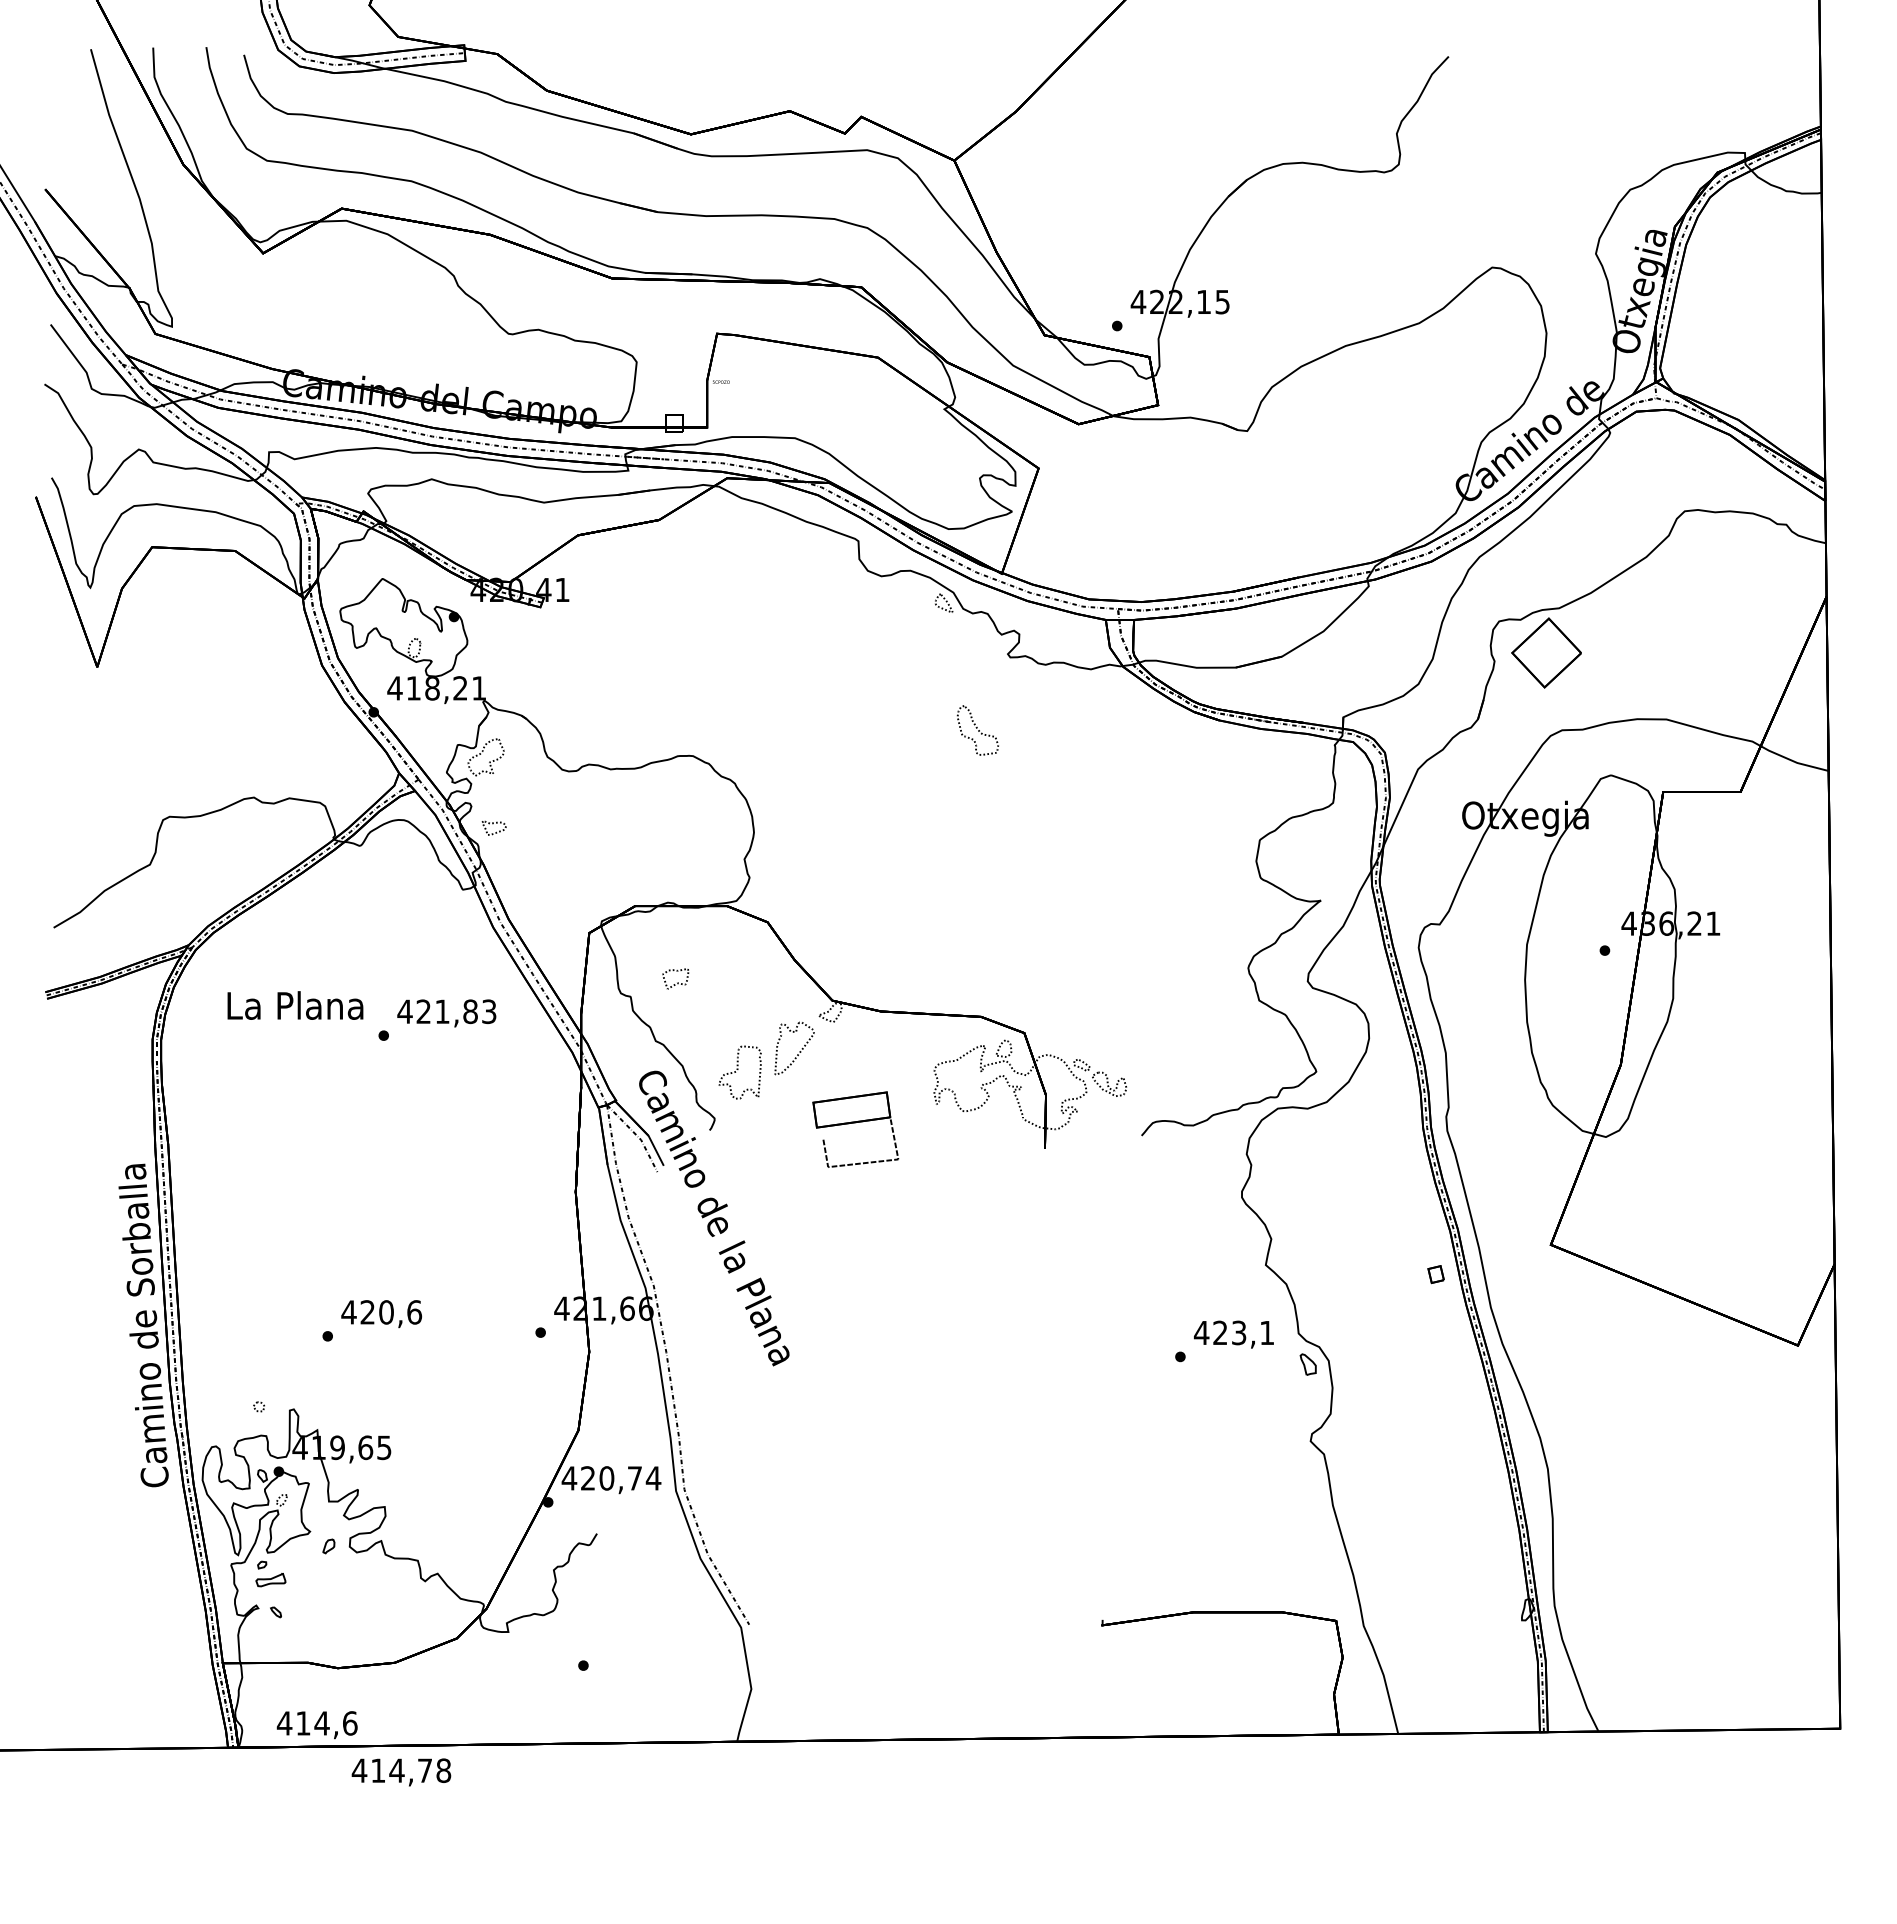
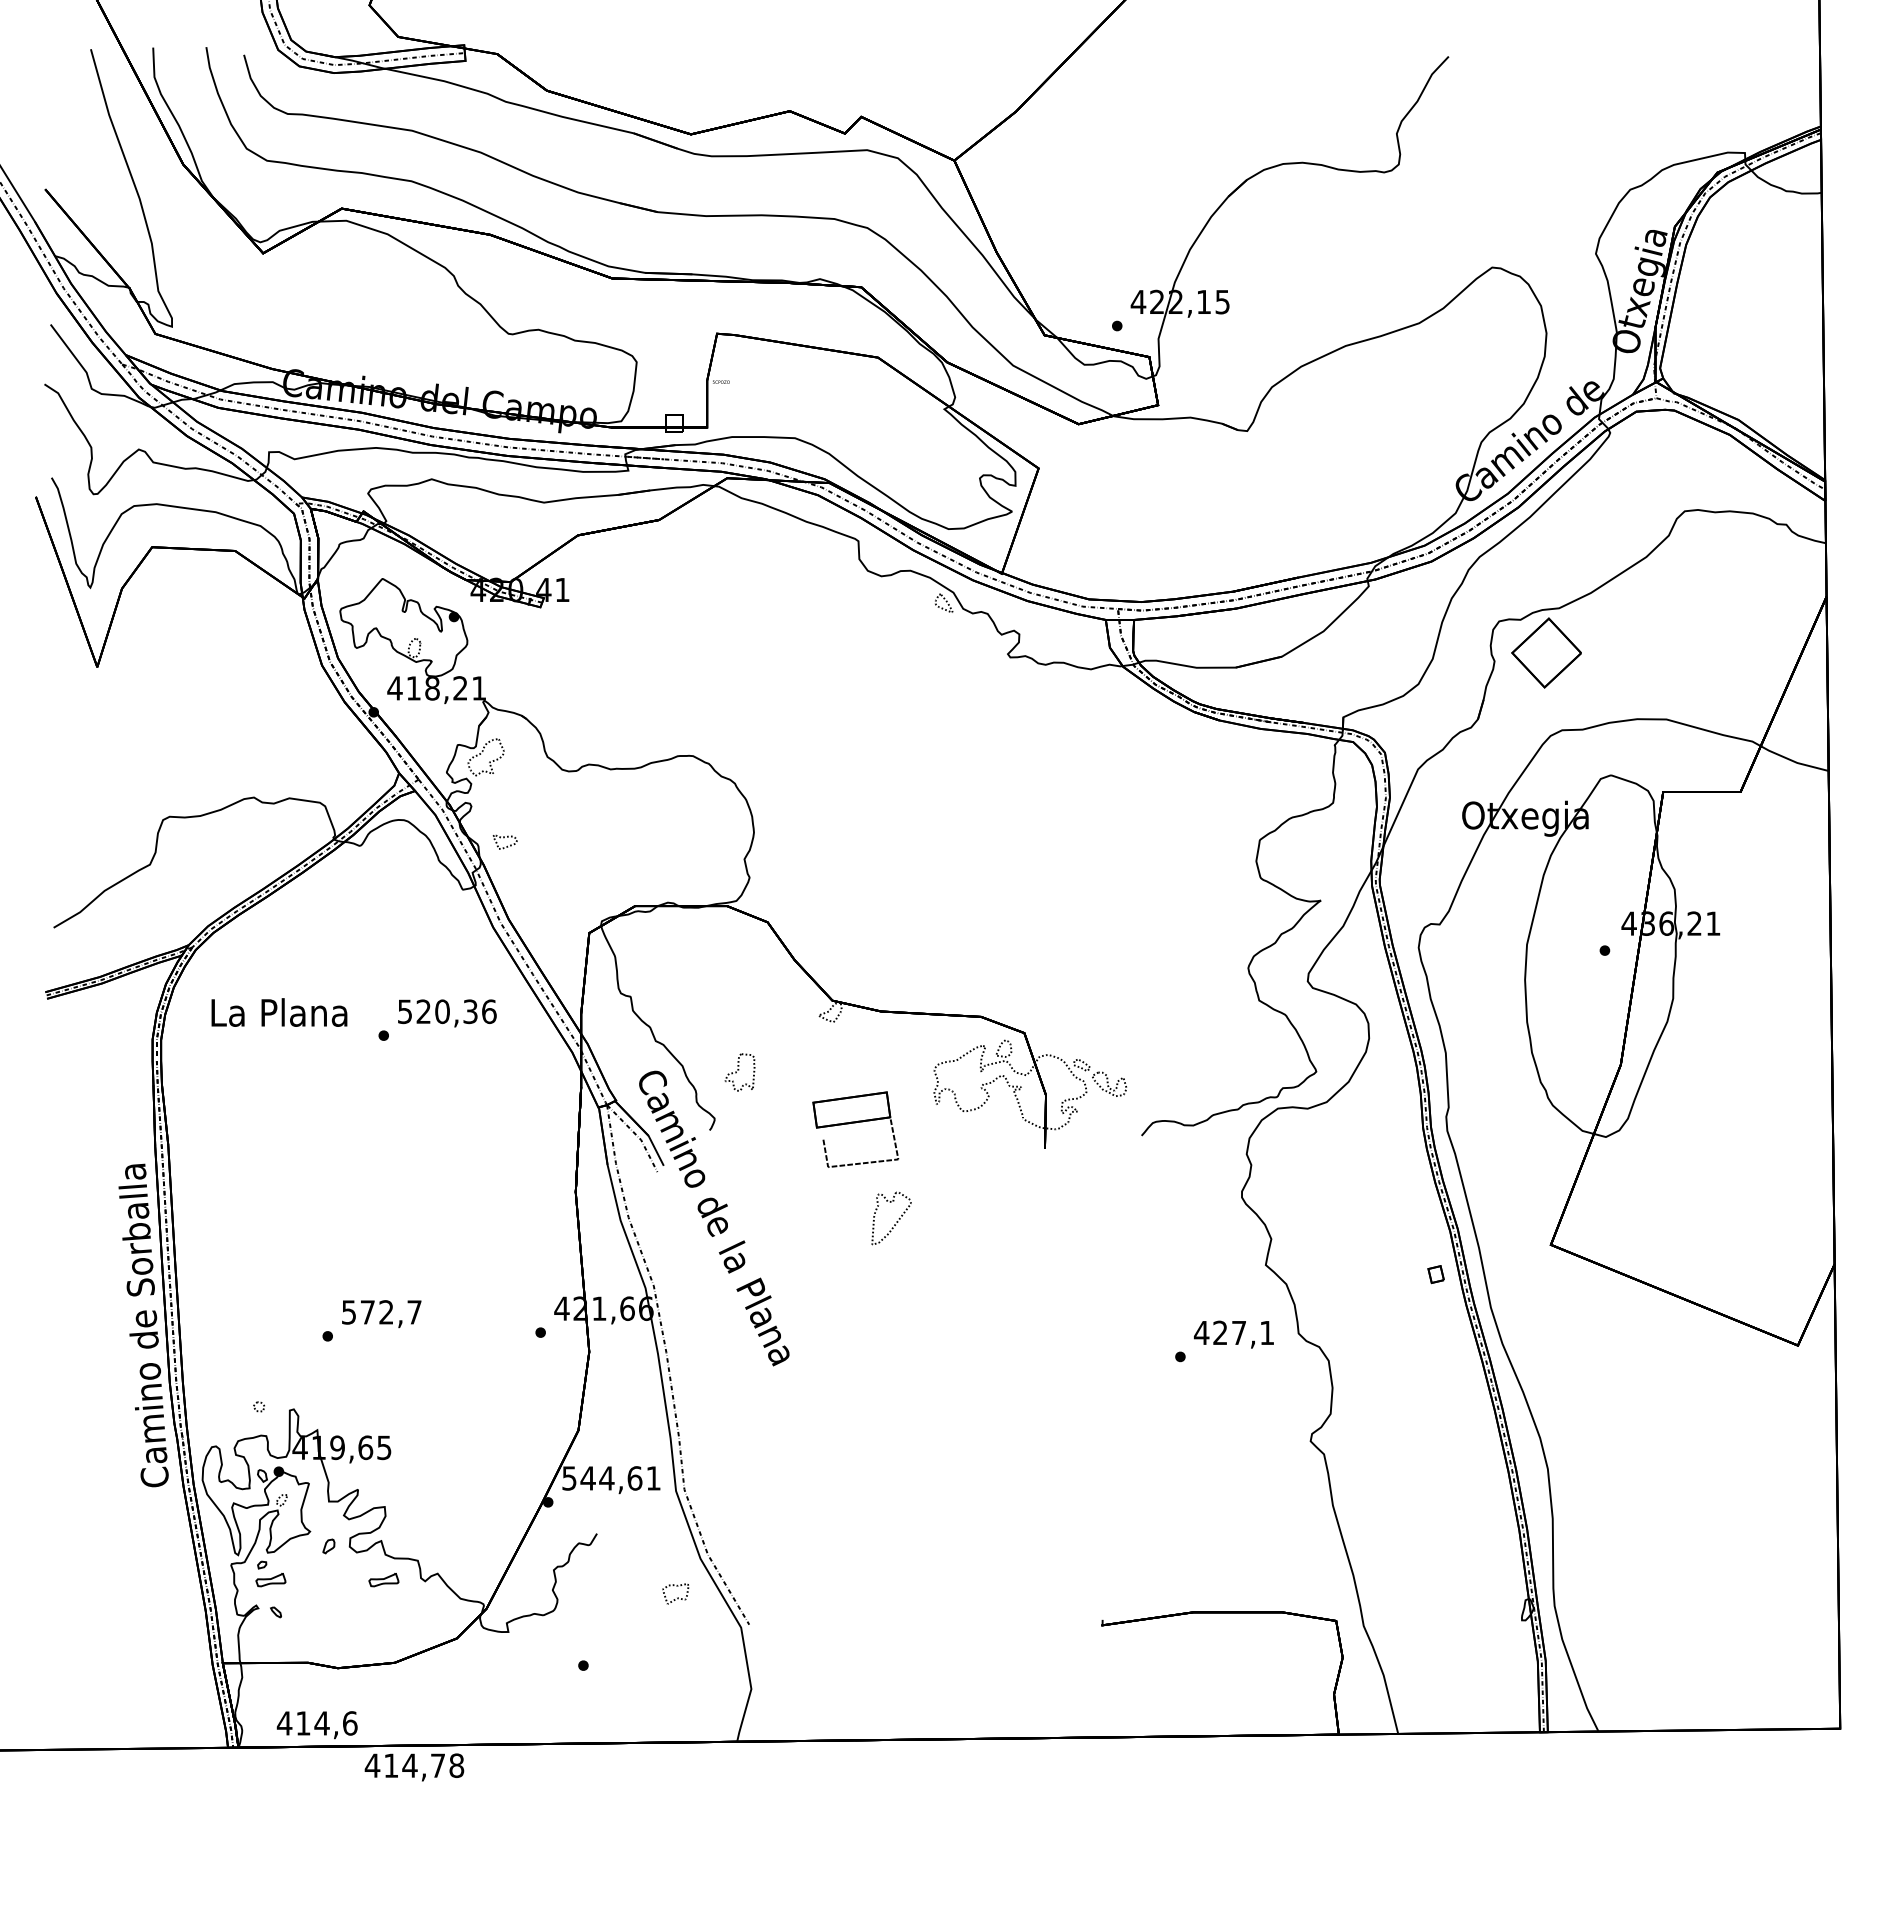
part at (977, 730): present -> none
part at (493, 827) position: (493, 827) -> (504, 841)
part at (675, 978) position: (675, 978) -> (675, 1593)
text at (295, 1005) position: (295, 1005) -> (279, 1012)
text at (446, 1011): 421,83 -> 520,36
part at (794, 1048) position: (794, 1048) -> (891, 1218)
part at (739, 1072) size: 44x55 px -> 32x39 px
text at (381, 1312): 420,6 -> 572,7
text at (1239, 1332): 423,1 -> 427,1
part at (1307, 1364): present -> none
text at (611, 1478): 420,74 -> 544,61
part at (383, 1580): none -> present
text at (401, 1772) position: (401, 1772) -> (414, 1767)
